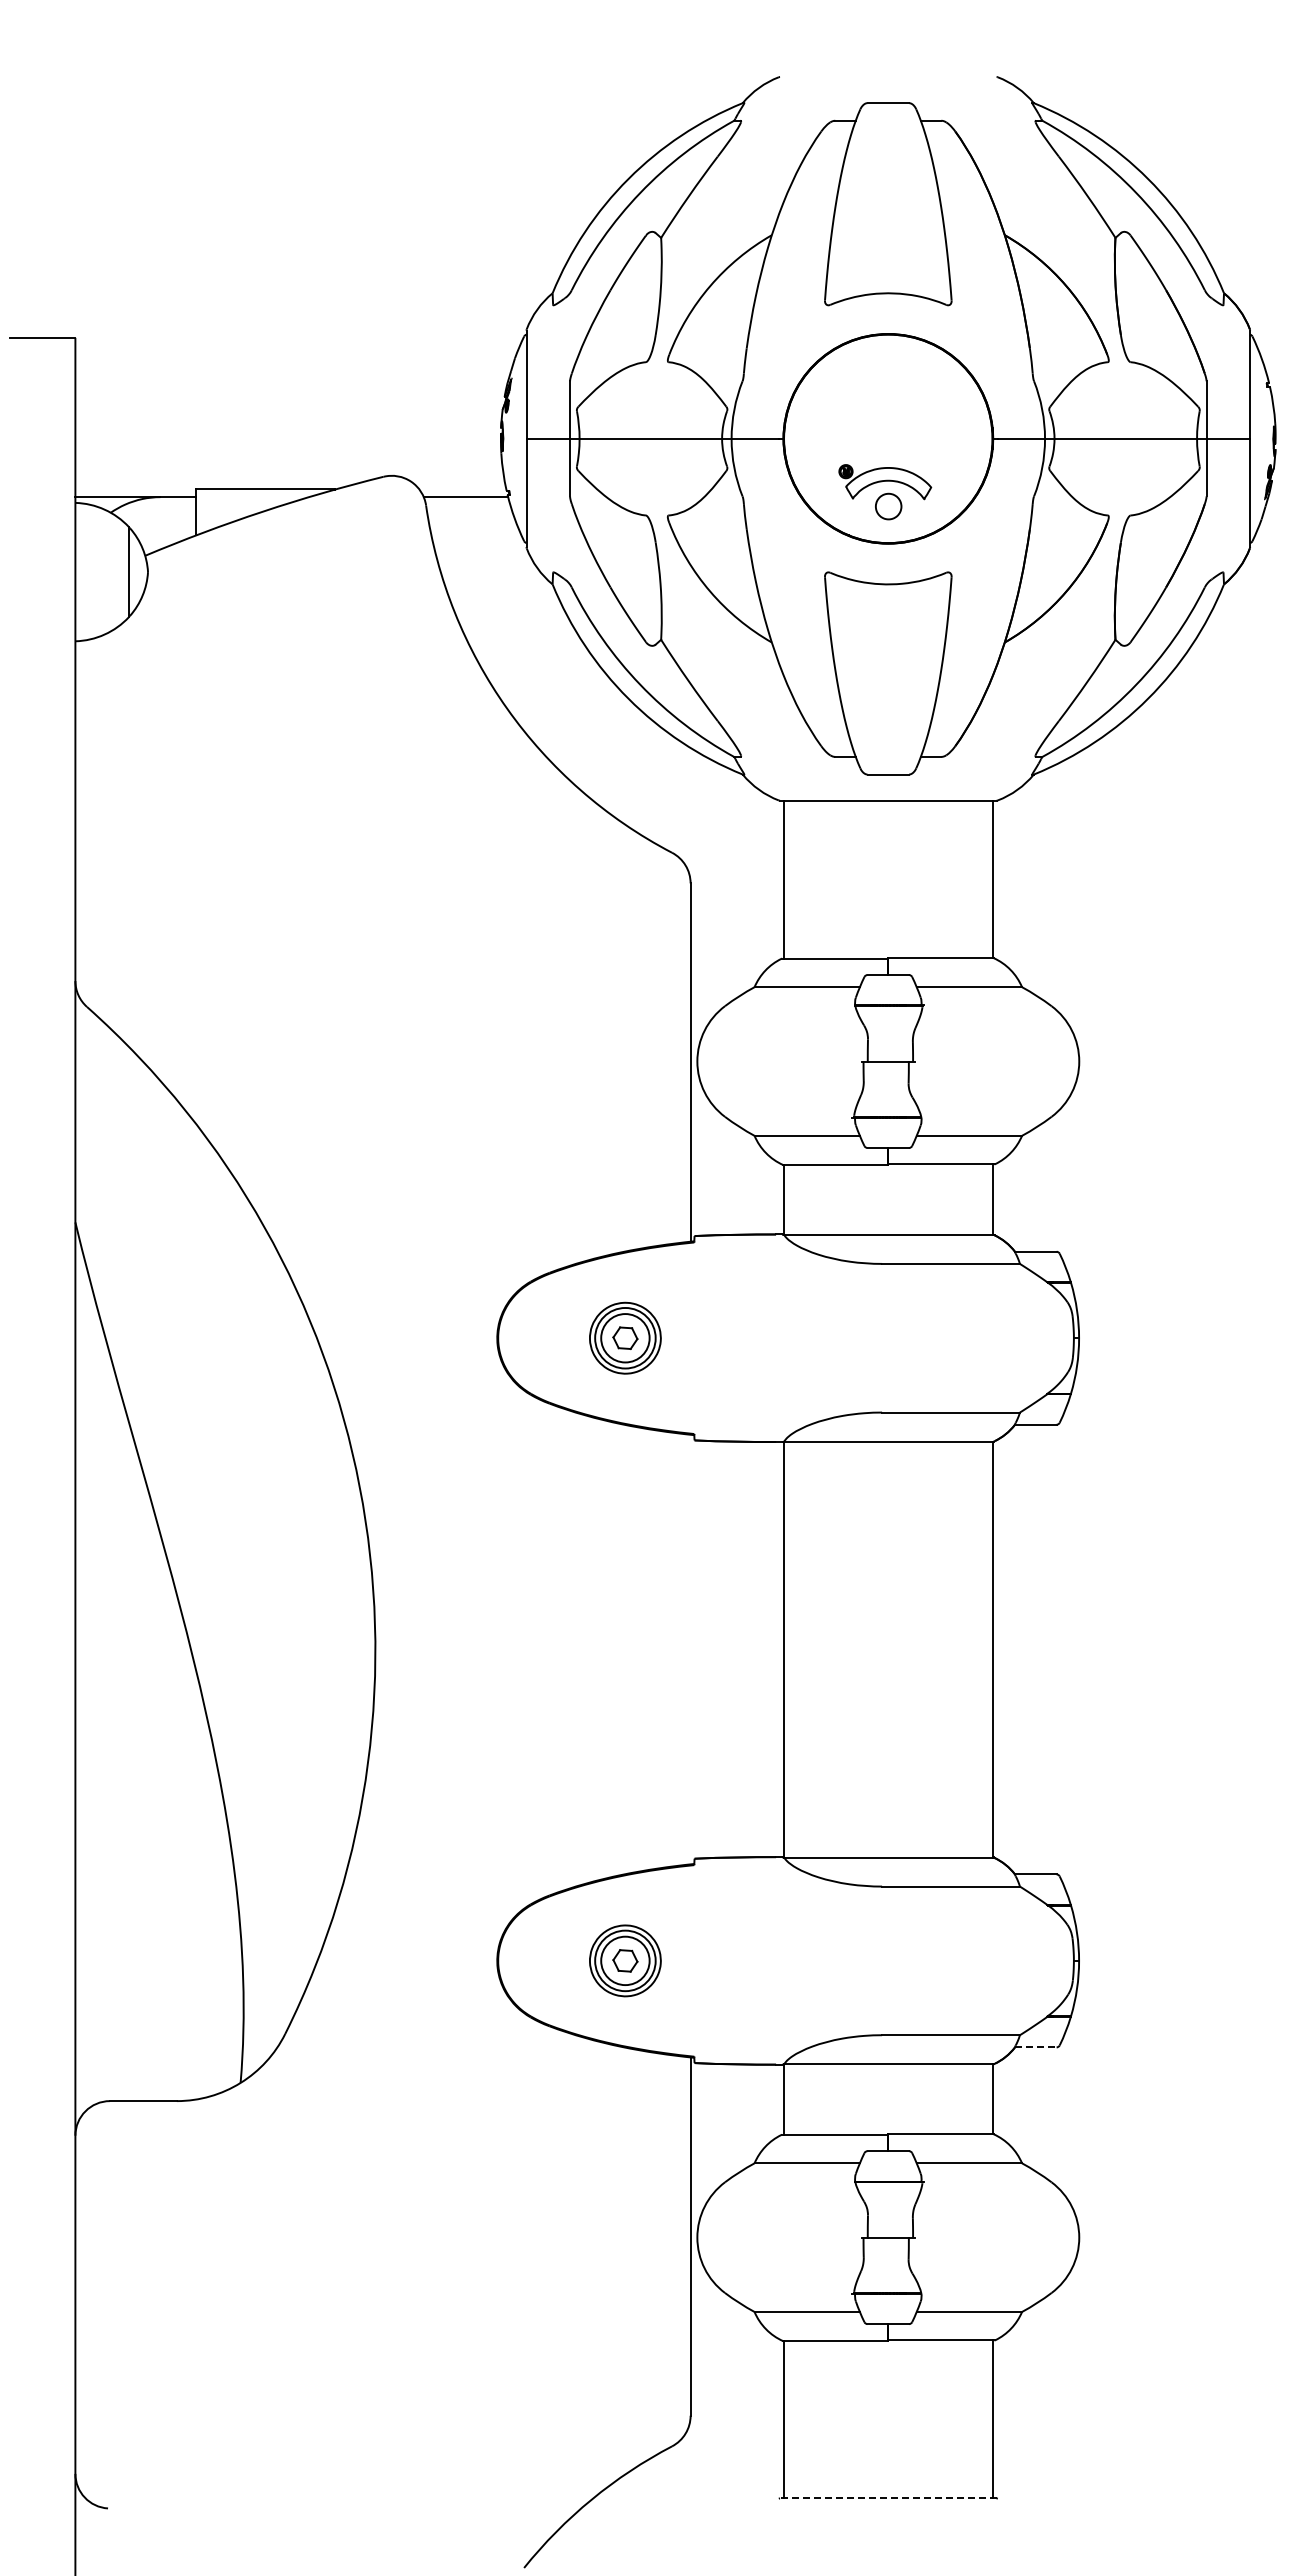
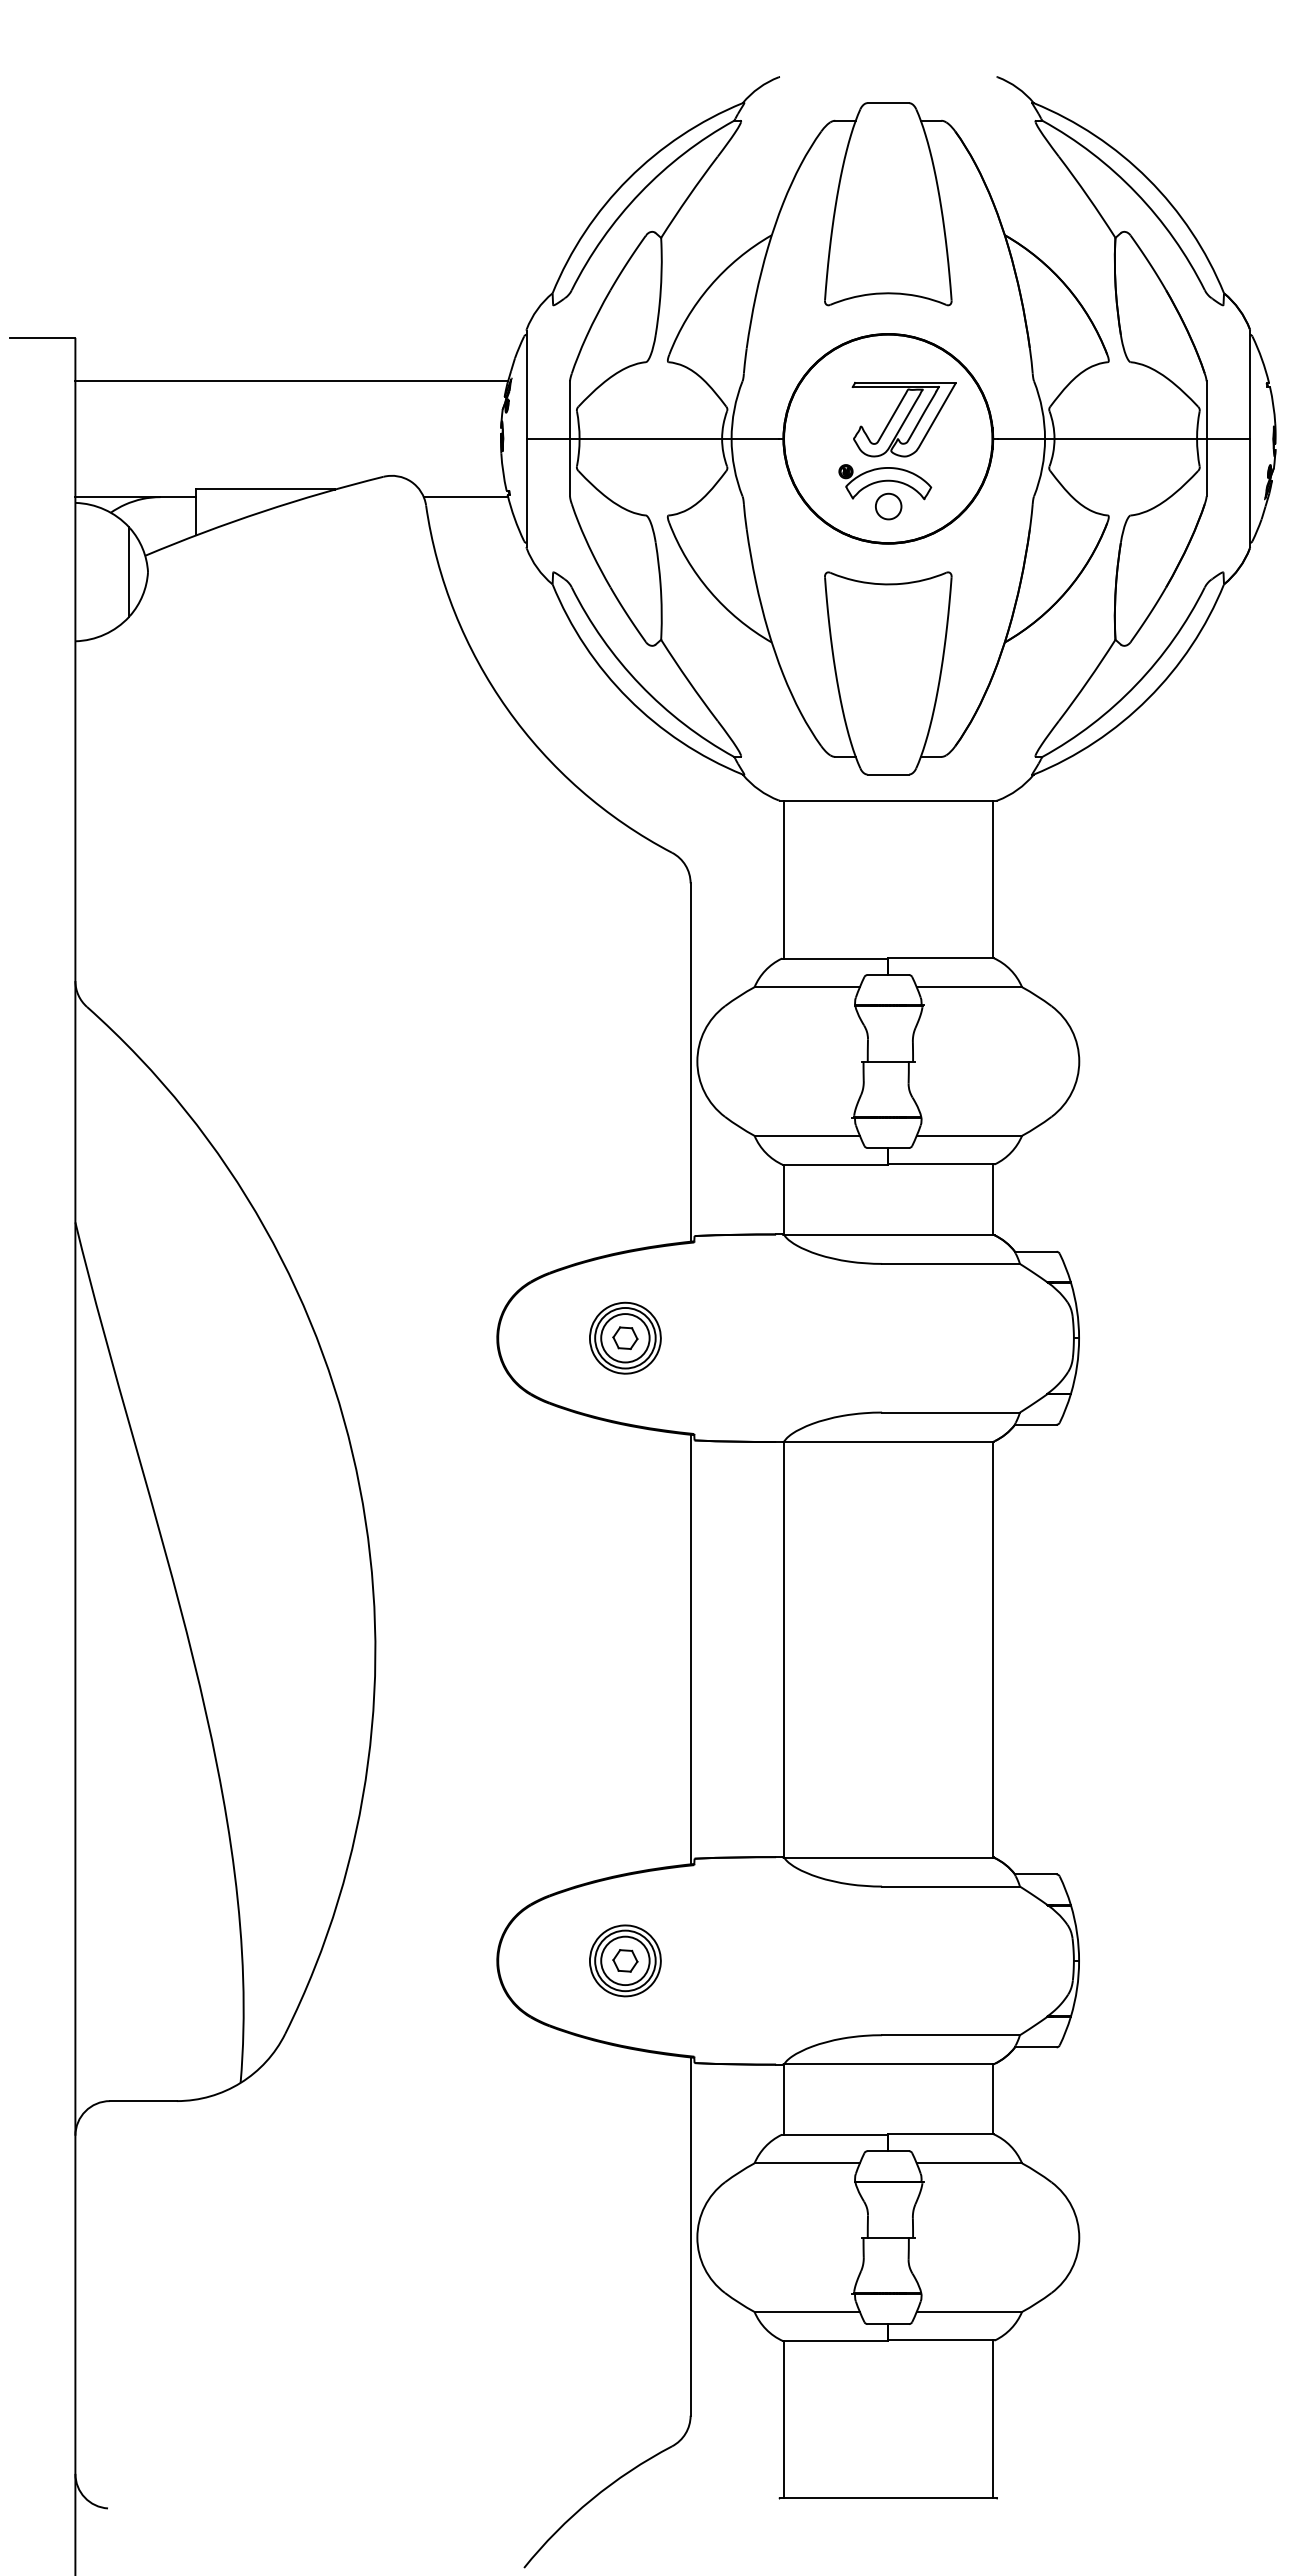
line at (291, 380): none -> present
part at (903, 419): none -> present
line at (690, 1649): none -> present
line at (1035, 2047): dashed -> solid
line at (887, 2498): dashed -> solid
